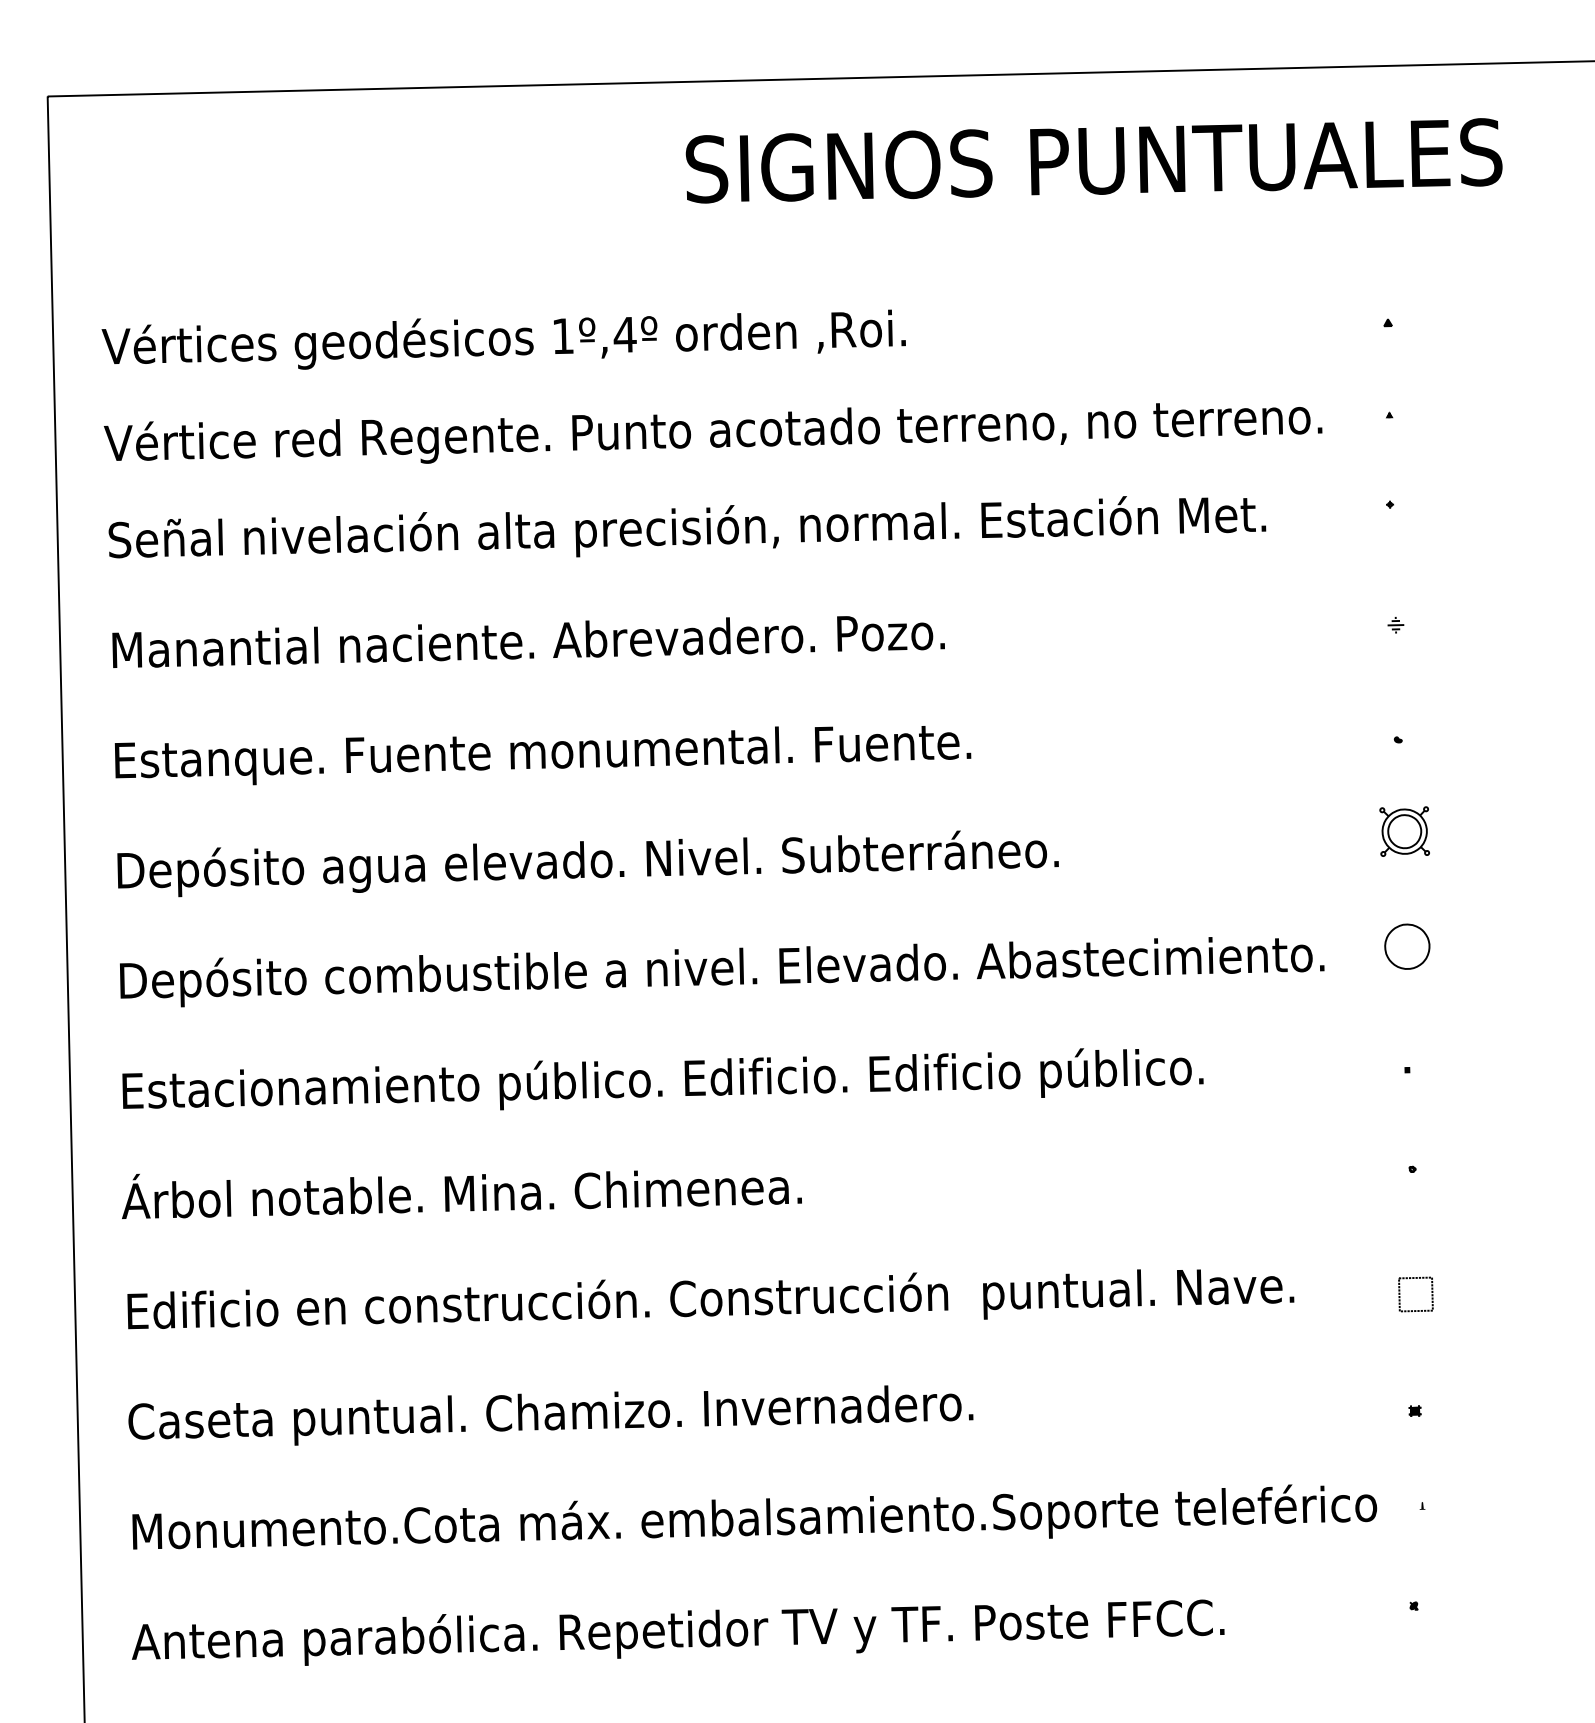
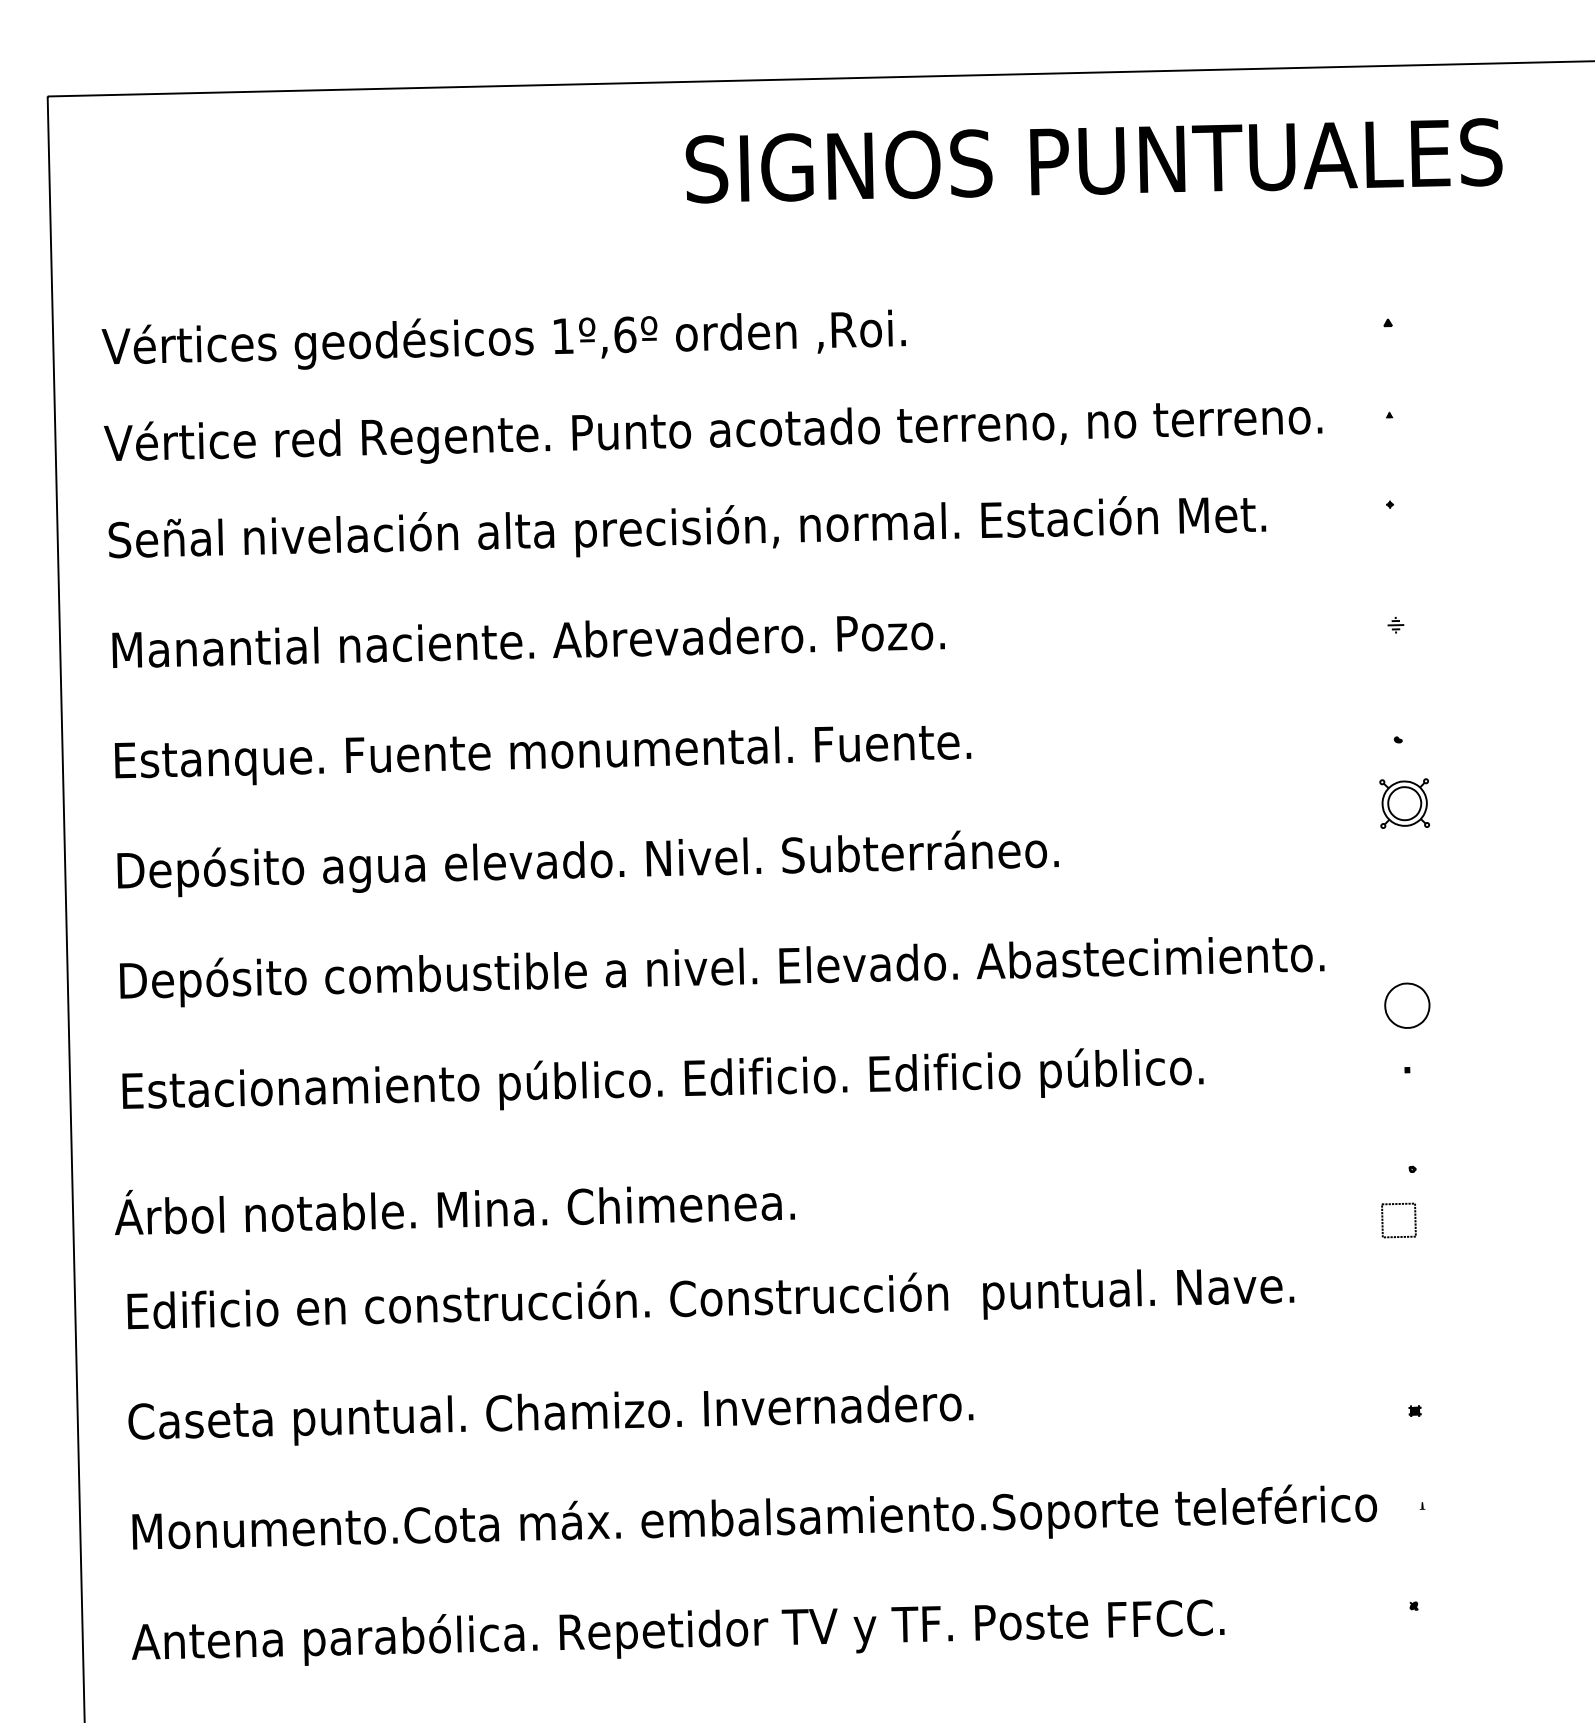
text at (624, 334): 1º,4º -> 1º,6º
part at (1404, 831) position: (1404, 831) -> (1404, 803)
part at (1407, 946) position: (1407, 946) -> (1407, 1005)
text at (461, 1194) position: (461, 1194) -> (454, 1210)
part at (1400, 1294) position: (1400, 1294) -> (1383, 1220)
